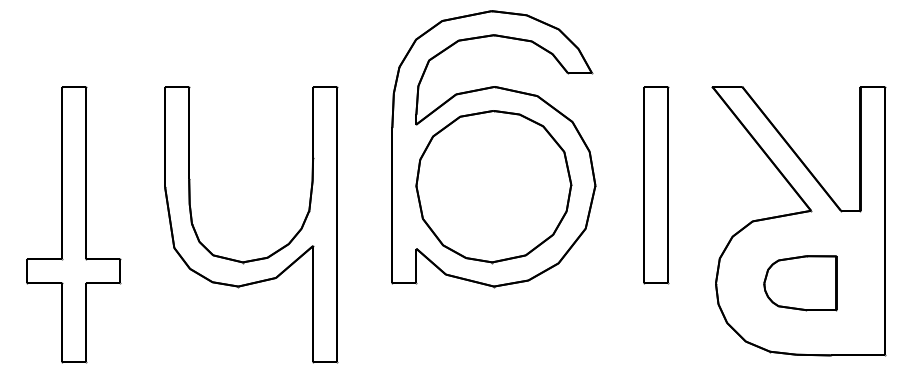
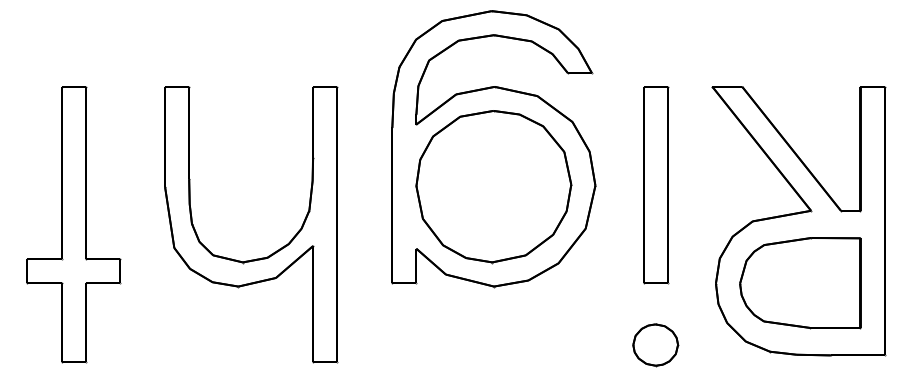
part at (800, 283) size: 75x57 px -> 123x93 px
part at (655, 345): none -> present
